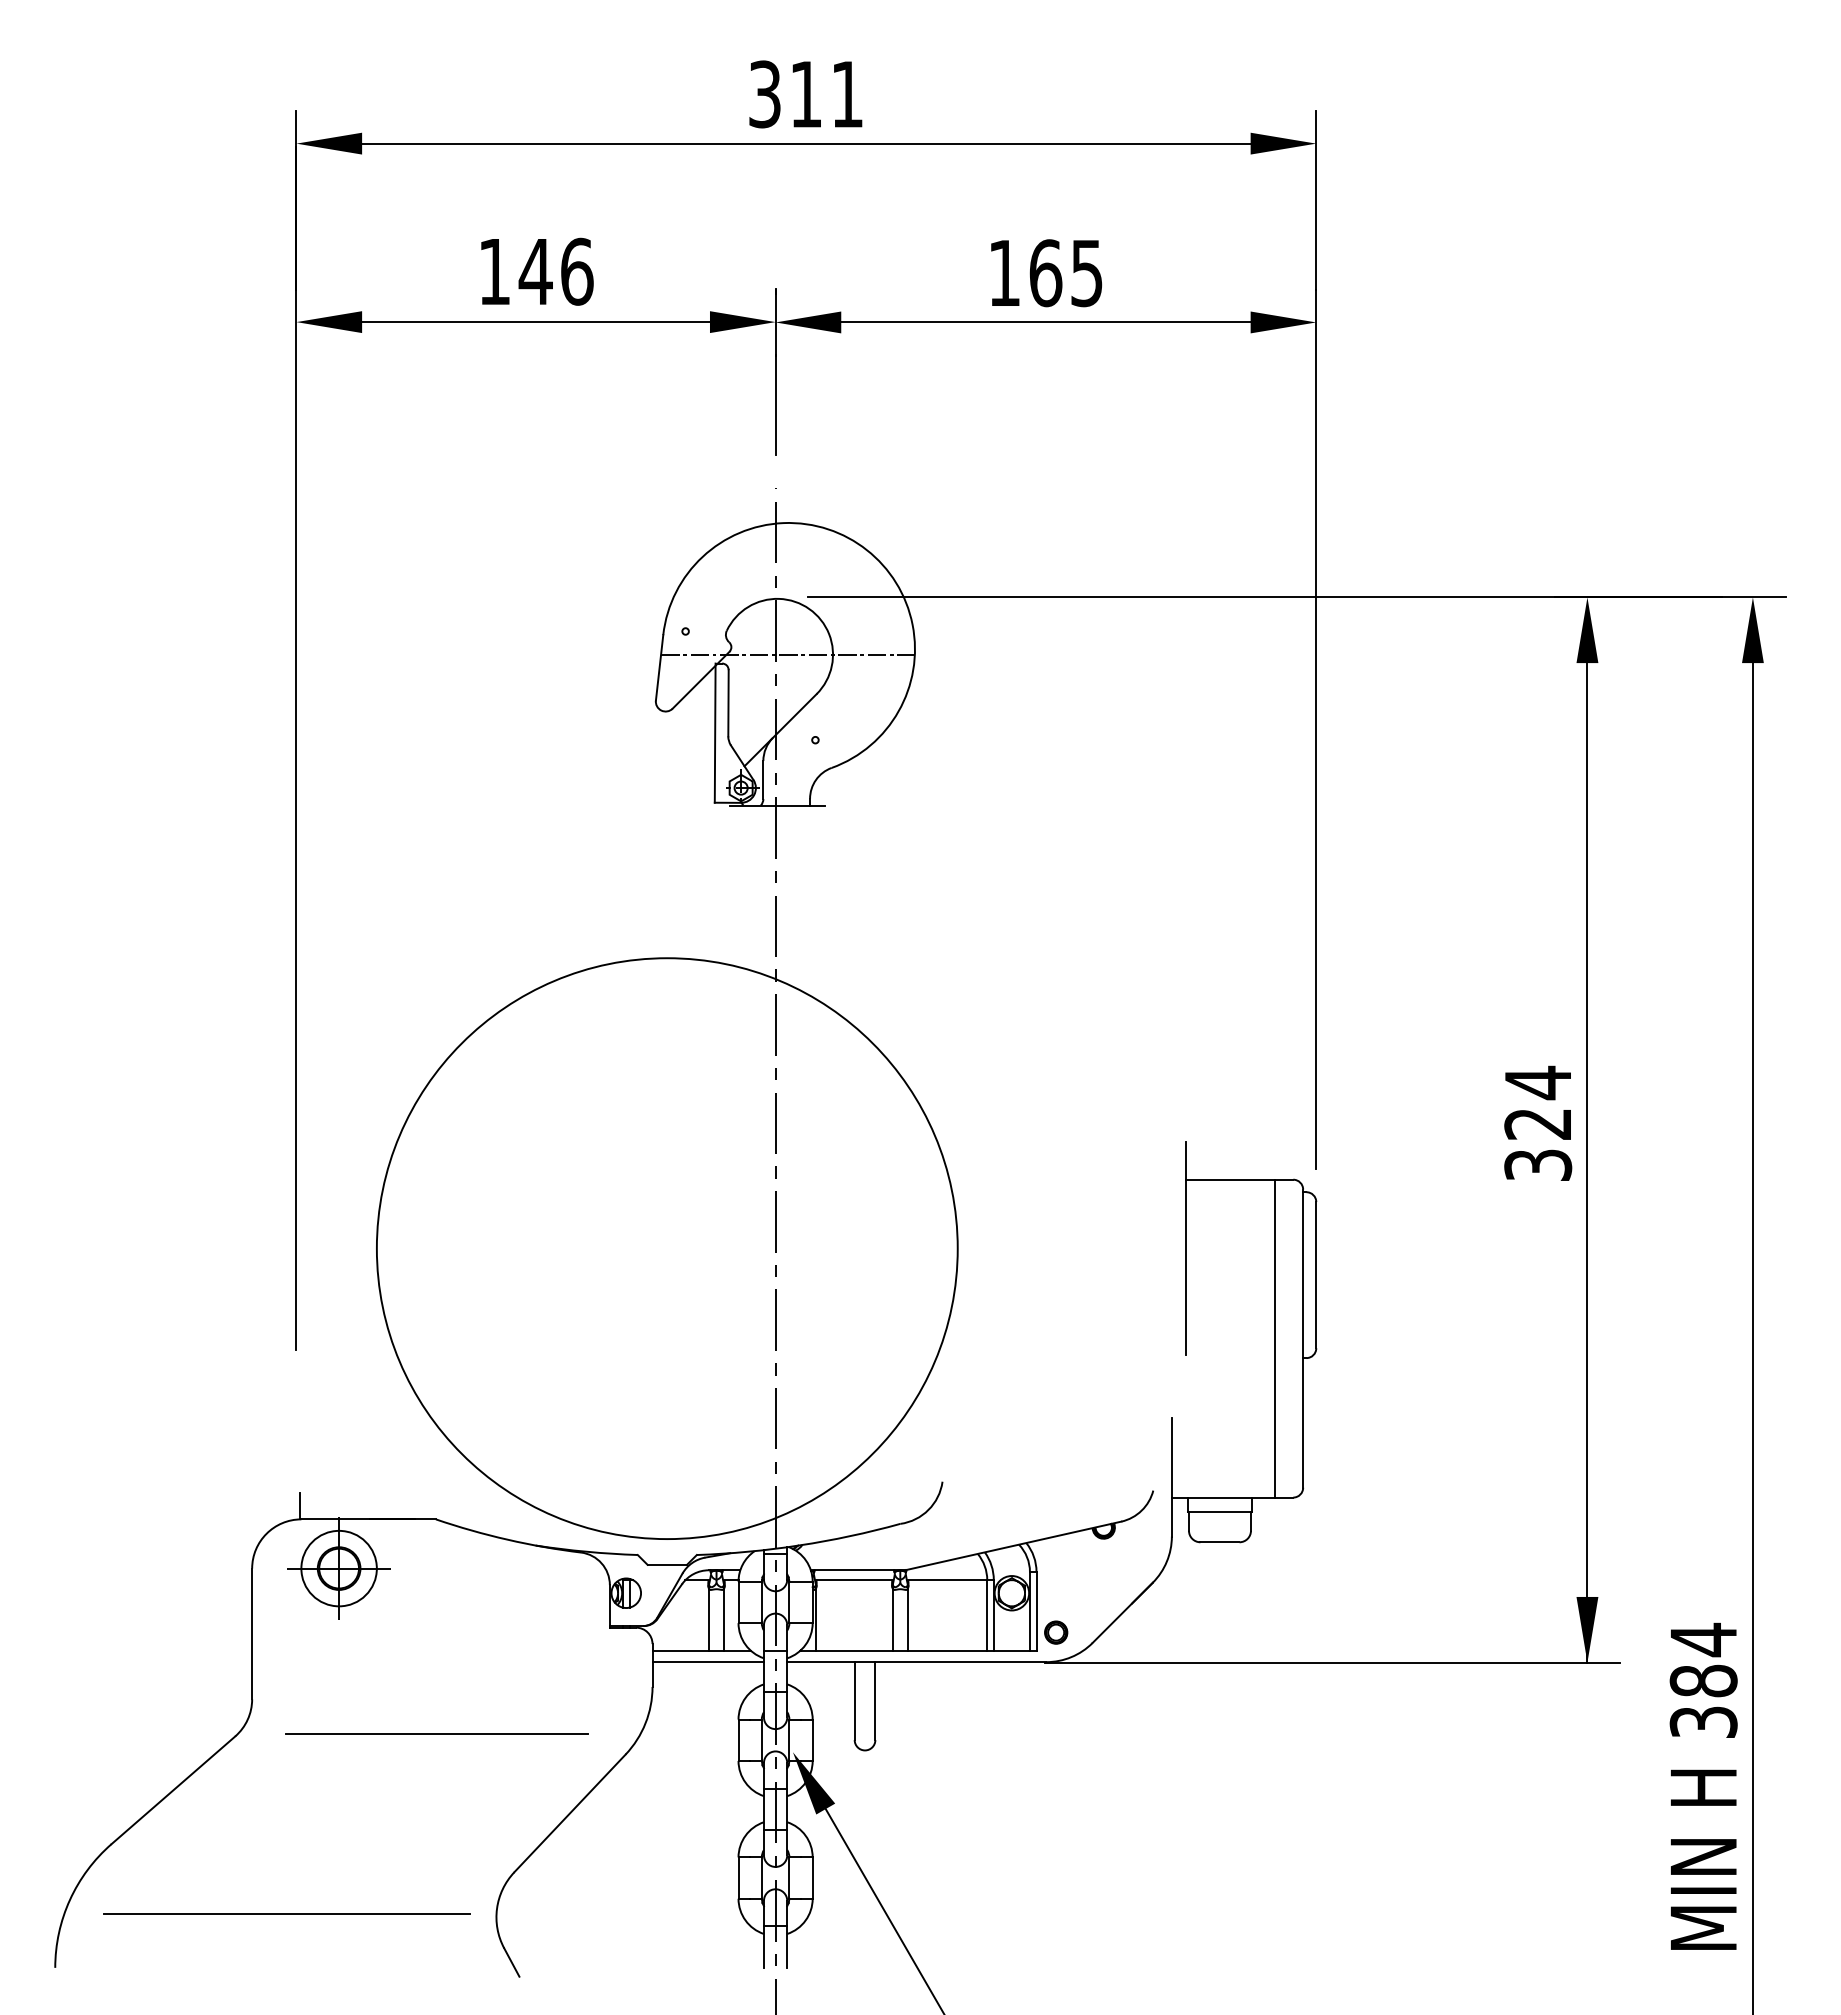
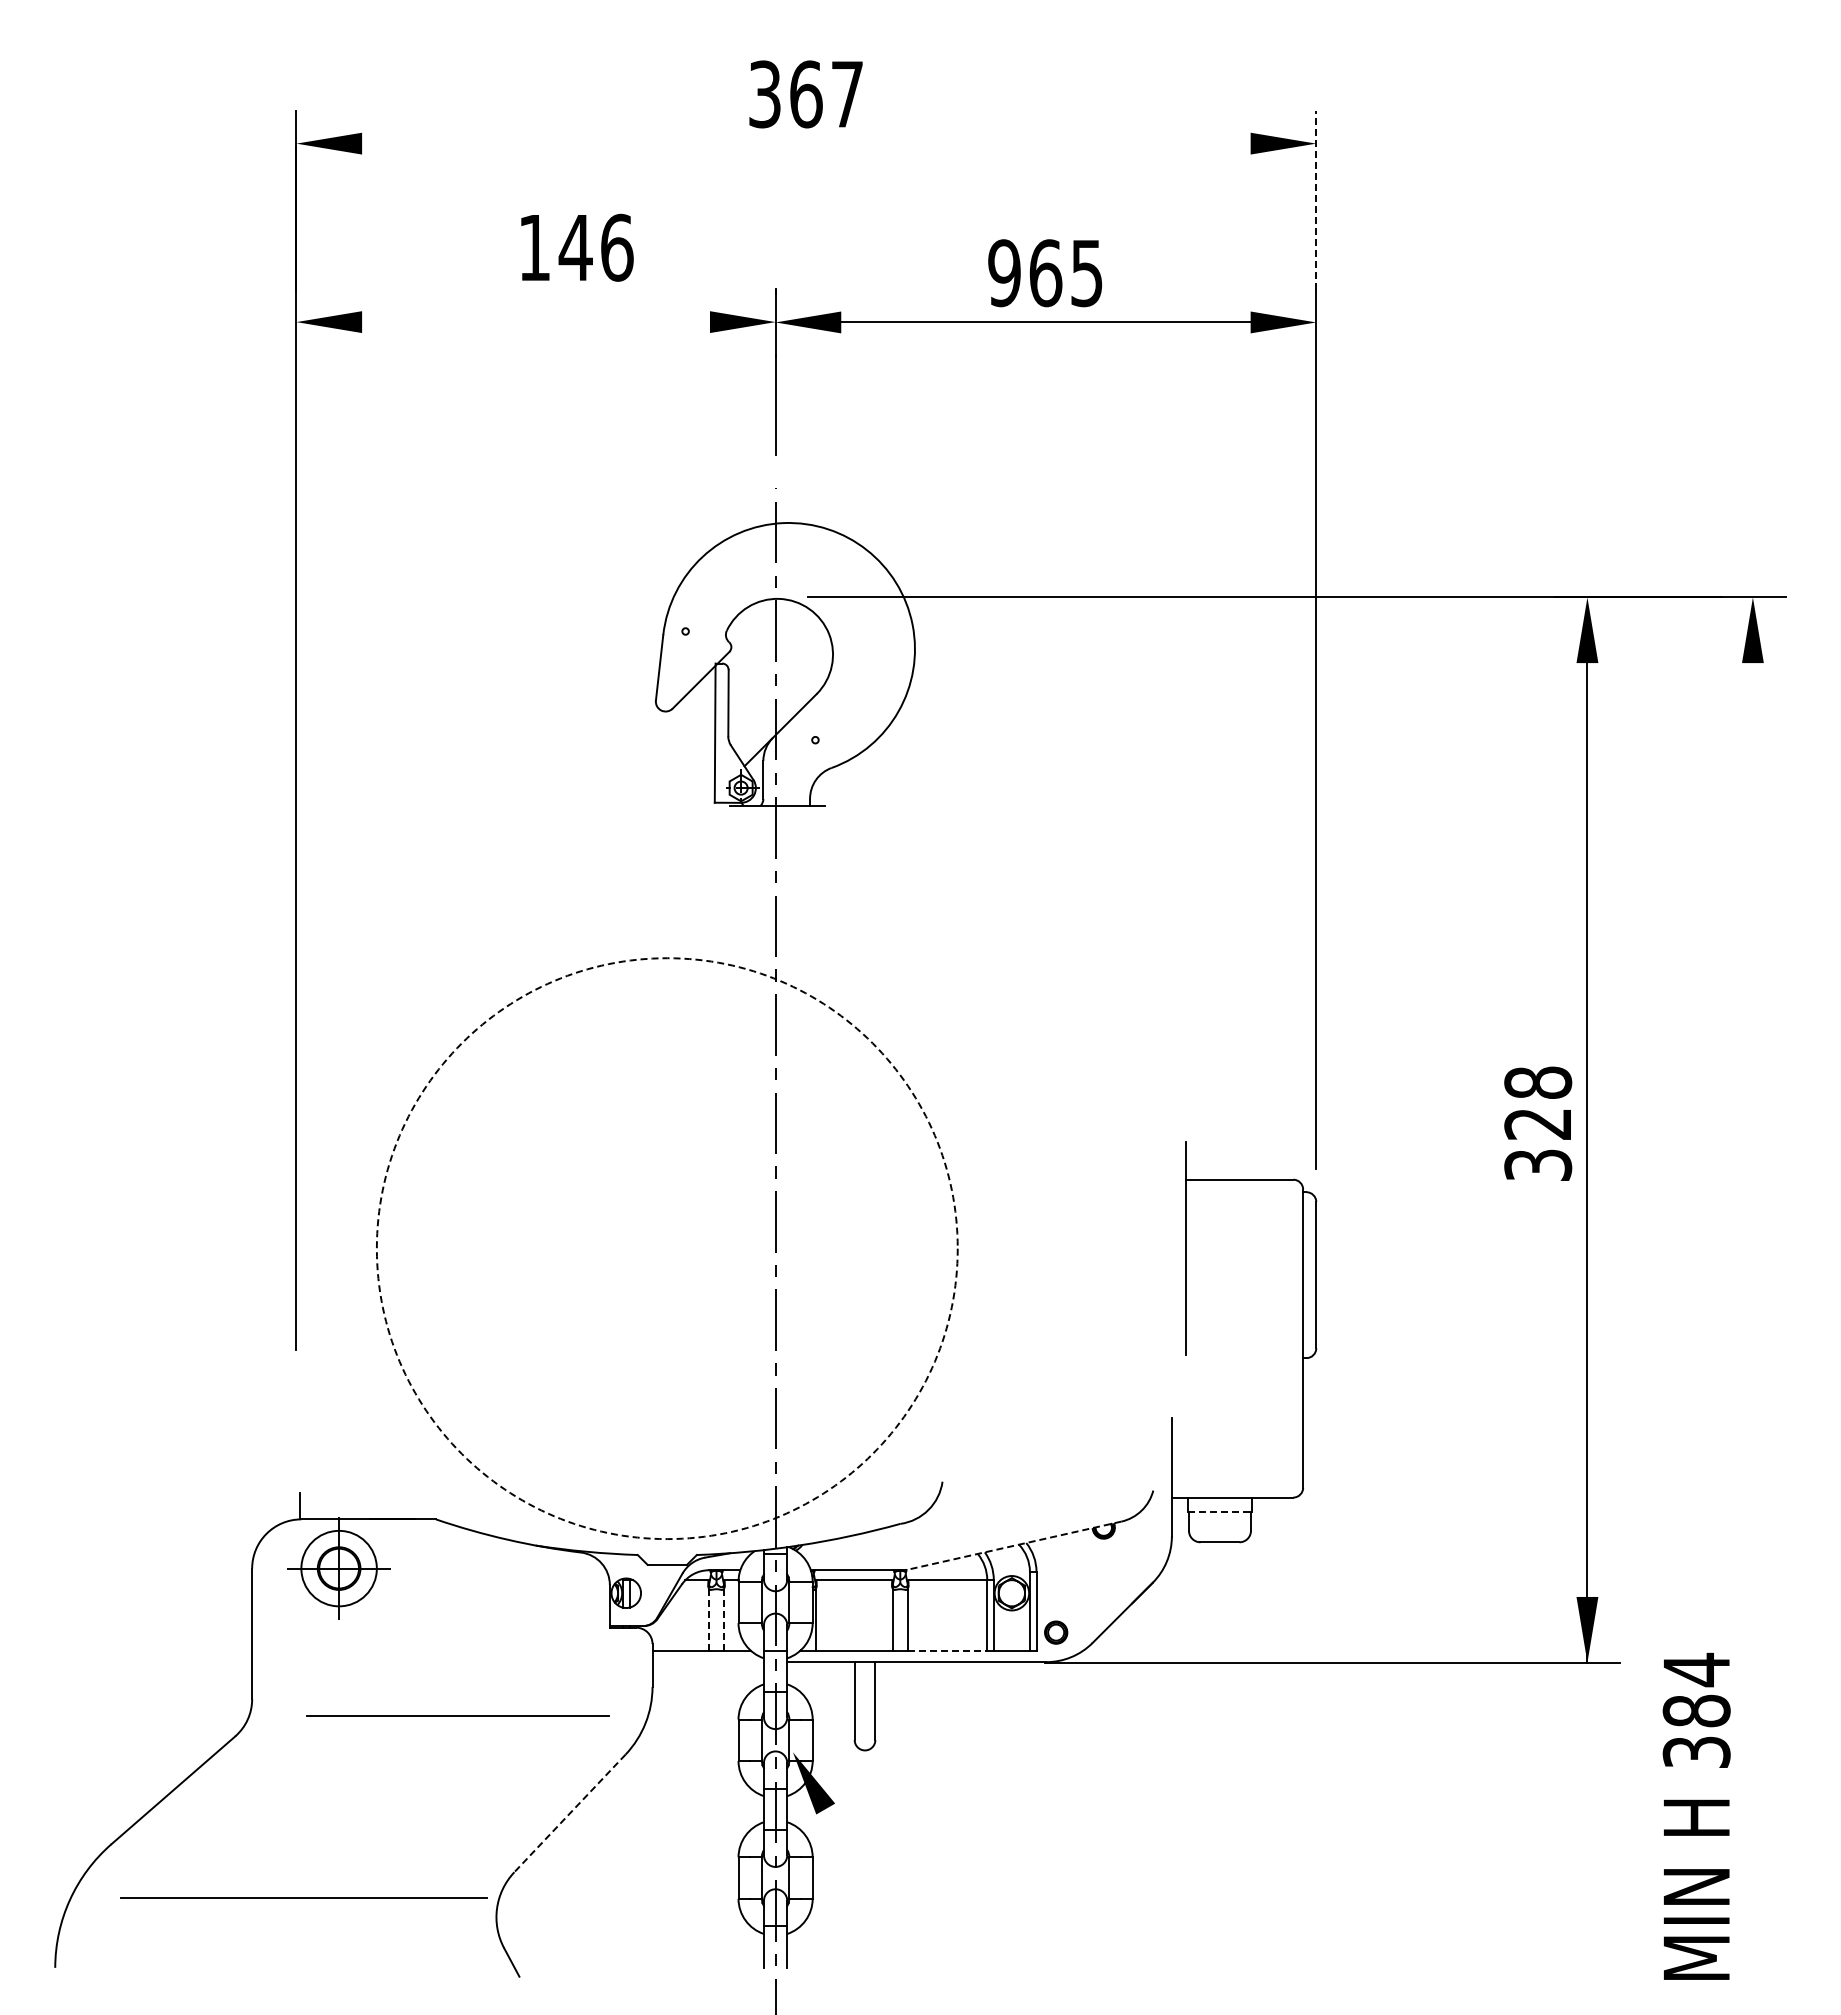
text at (826, 94): 311 -> 367
line at (806, 143): present -> none
line at (1316, 199): solid -> dashed
text at (537, 271) position: (537, 271) -> (577, 247)
text at (1004, 273): 165 -> 965
line at (535, 322): present -> none
line at (787, 654): present -> none
text at (1538, 1082): 324 -> 328
circle at (666, 1248): solid -> dashed
line at (1752, 1337): present -> none
line at (1275, 1338): present -> none
line at (1220, 1511): solid -> dashed
line at (1013, 1545): solid -> dashed
line at (708, 1619): solid -> dashed
line at (724, 1619): solid -> dashed
line at (947, 1650): solid -> dashed
line at (707, 1662): present -> none
line at (436, 1733) position: (436, 1733) -> (457, 1715)
text at (1703, 1785) position: (1703, 1785) -> (1696, 1815)
line at (570, 1813): solid -> dashed
line at (883, 1910): present -> none
line at (286, 1913) position: (286, 1913) -> (303, 1897)
